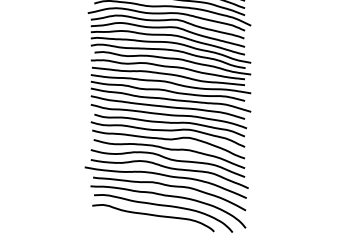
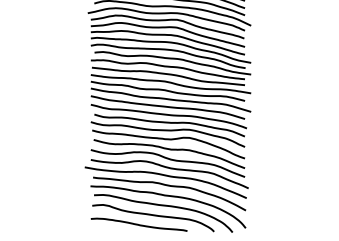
curve at (138, 224): none -> present
